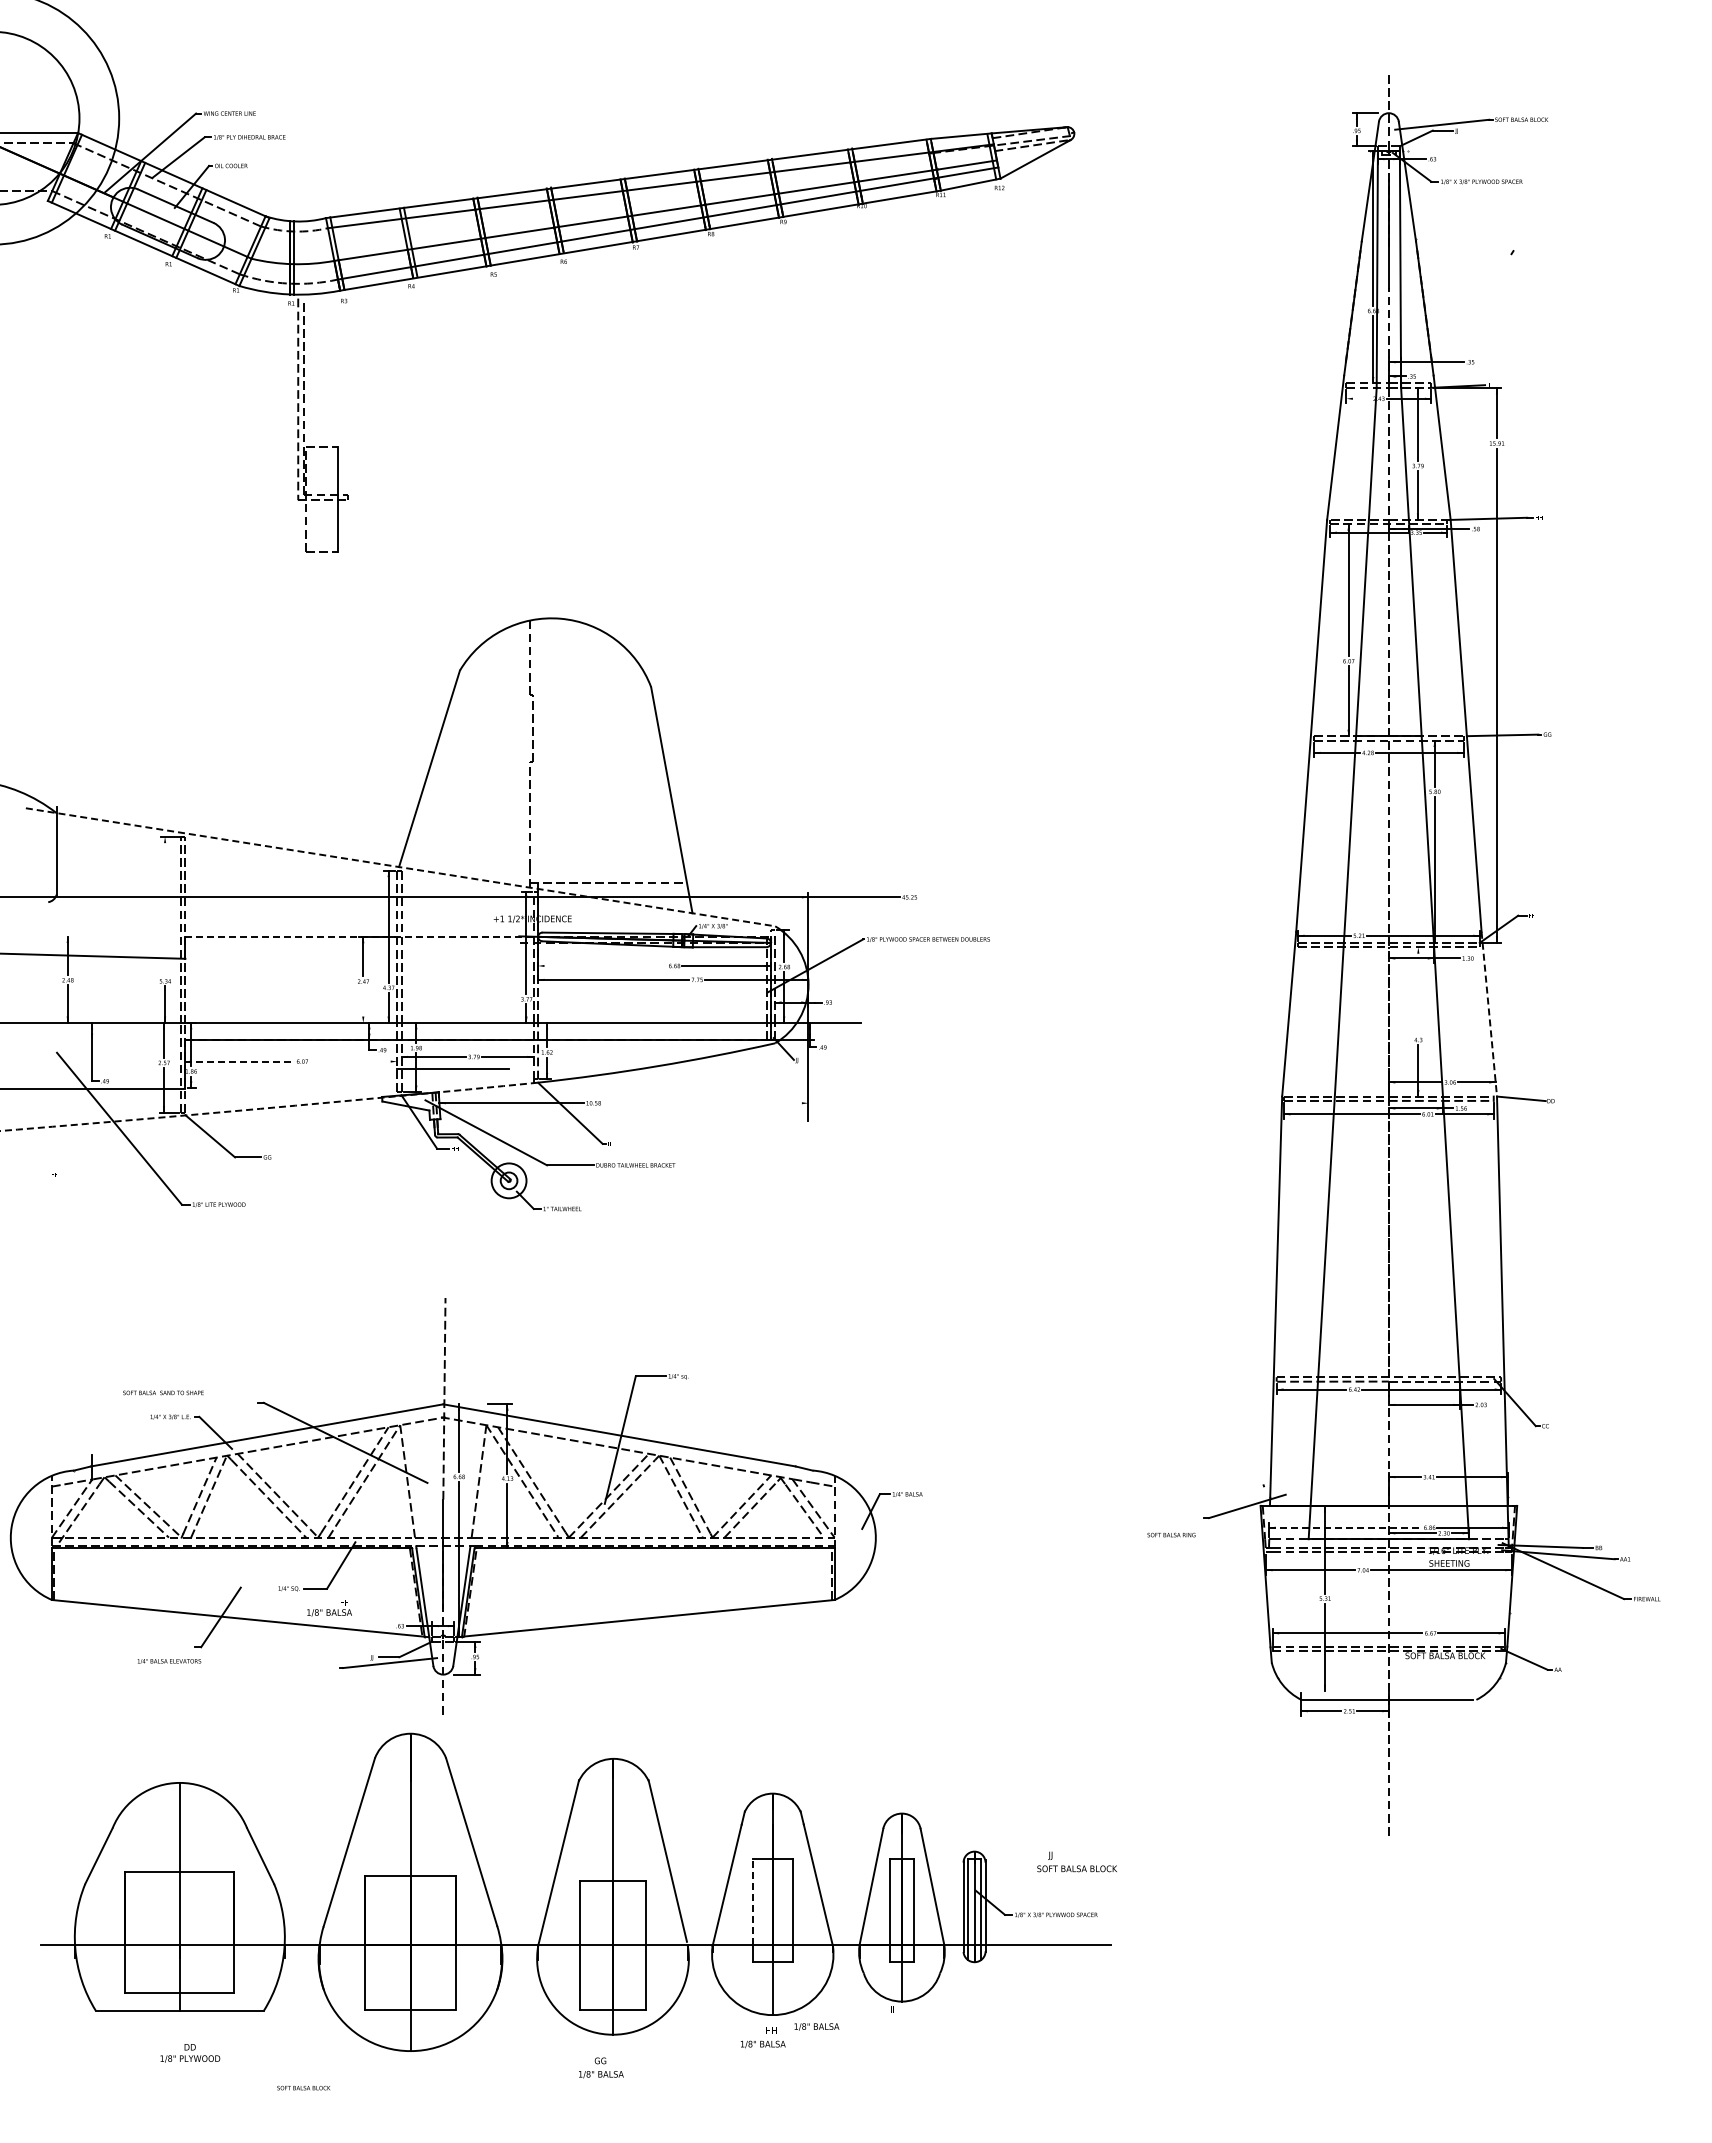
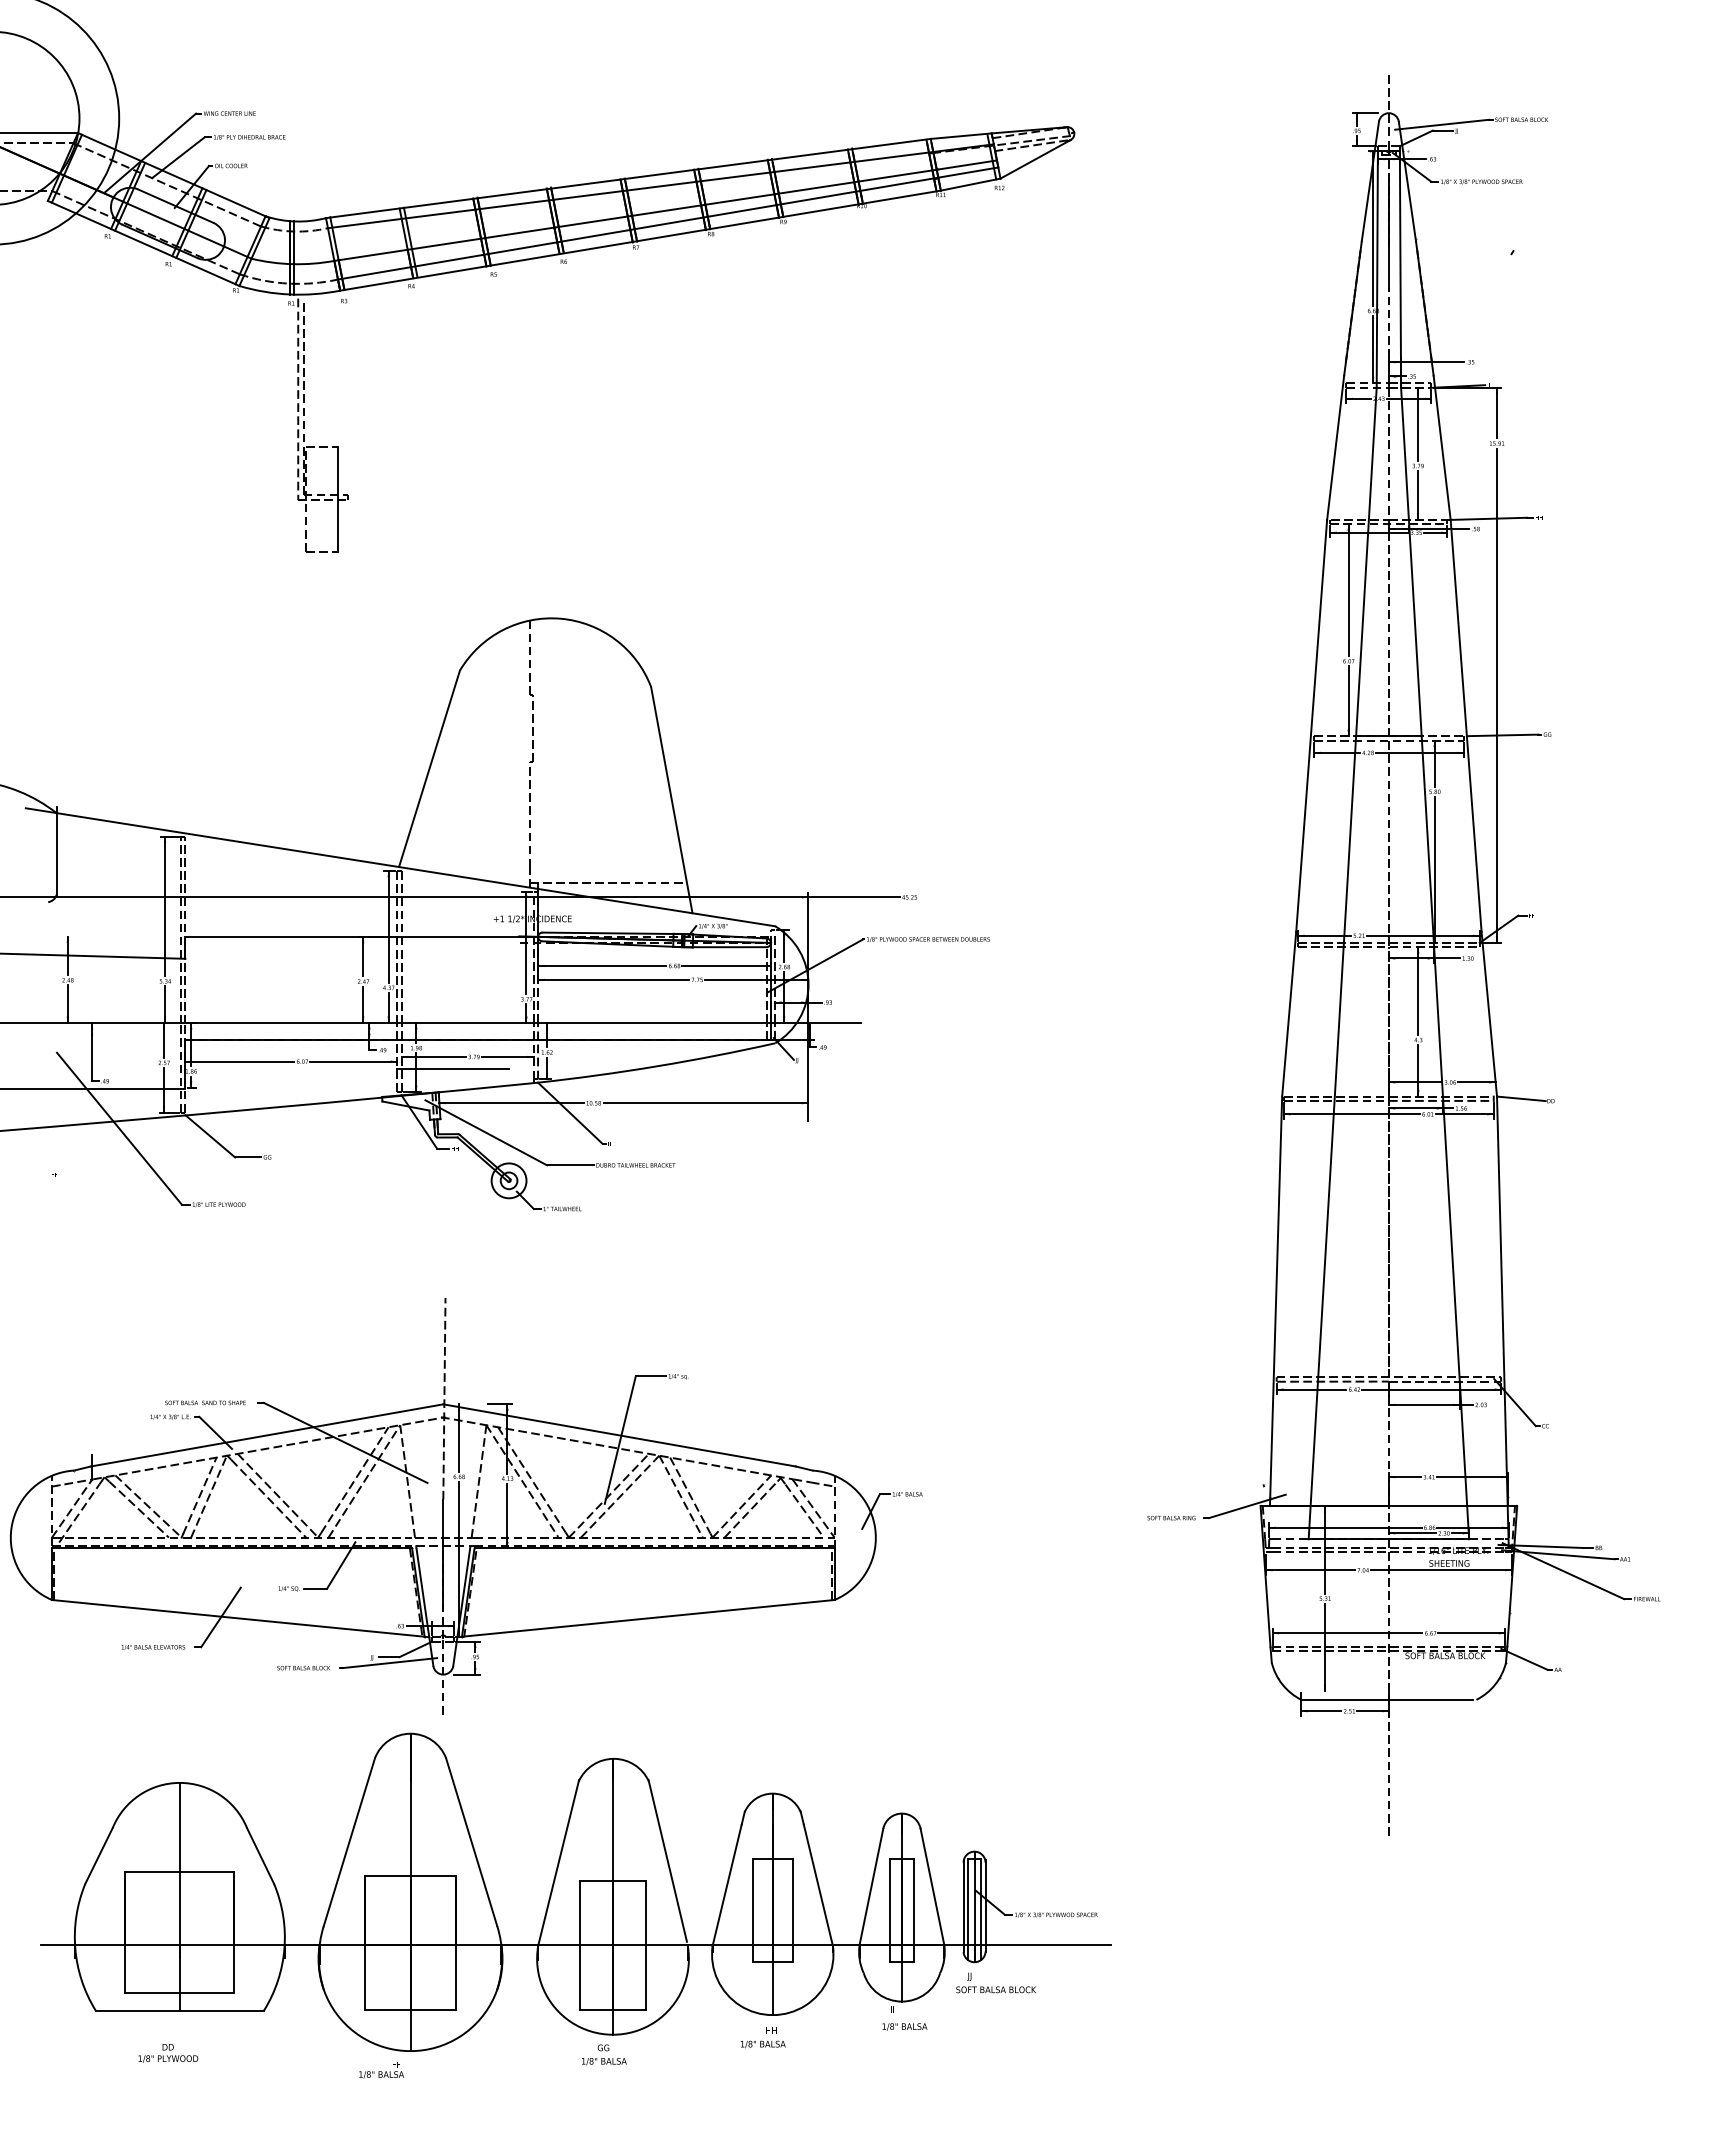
line at (1358, 398): none -> present
line at (401, 867): dashed -> solid
line at (165, 906): none -> present
line at (362, 936): dashed -> solid
line at (602, 965): none -> present
line at (1418, 990): none -> present
line at (363, 1004): none -> present
line at (1489, 1014): dashed -> solid
line at (240, 1061): dashed -> solid
line at (353, 1061): none -> present
line at (705, 1103): none -> present
arc at (269, 1108): dashed -> solid
text at (163, 1392) position: (163, 1392) -> (205, 1402)
line at (1345, 1527): dashed -> solid
text at (1171, 1534) position: (1171, 1534) -> (1171, 1517)
text at (329, 1608) position: (329, 1608) -> (381, 2070)
text at (169, 1661) position: (169, 1661) -> (153, 1647)
text at (1076, 1861) position: (1076, 1861) -> (995, 1982)
line at (752, 1901): dashed -> solid
text at (816, 2026) position: (816, 2026) -> (904, 2026)
text at (190, 2053) position: (190, 2053) -> (168, 2053)
text at (601, 2067) position: (601, 2067) -> (604, 2054)
text at (303, 2087) position: (303, 2087) -> (303, 1667)
